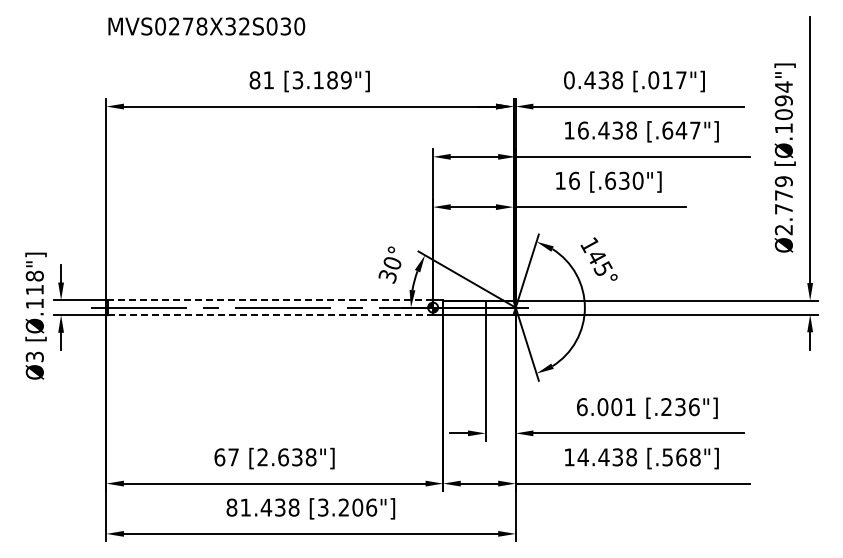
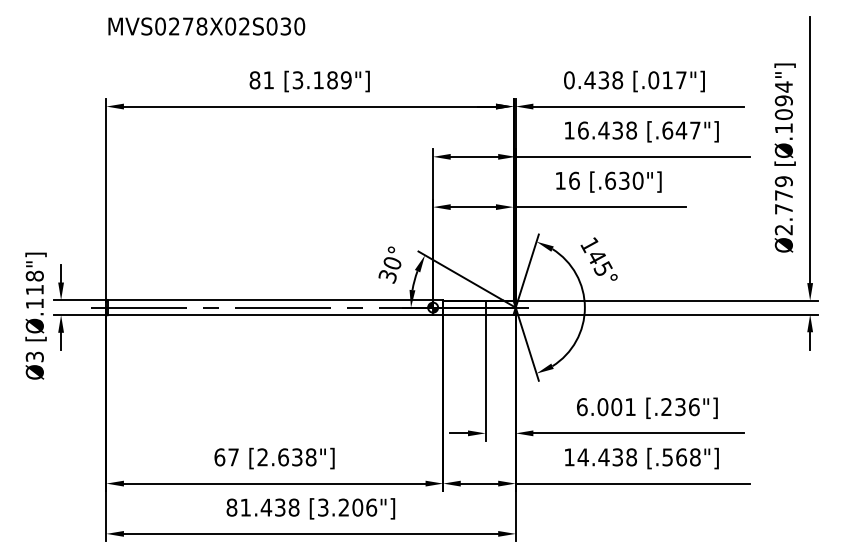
text at (230, 26): MVS0278X32S030 -> MVS0278X02S030
line at (270, 300): dashed -> solid
line at (270, 315): dashed -> solid
